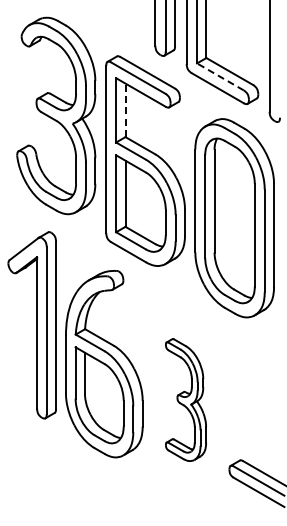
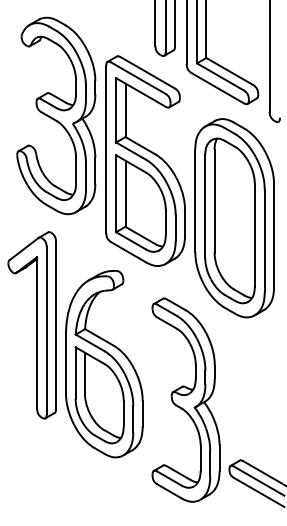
line at (220, 76): dashed -> solid
line at (125, 110): dashed -> solid
part at (185, 399) size: 42x124 px -> 70x206 px
